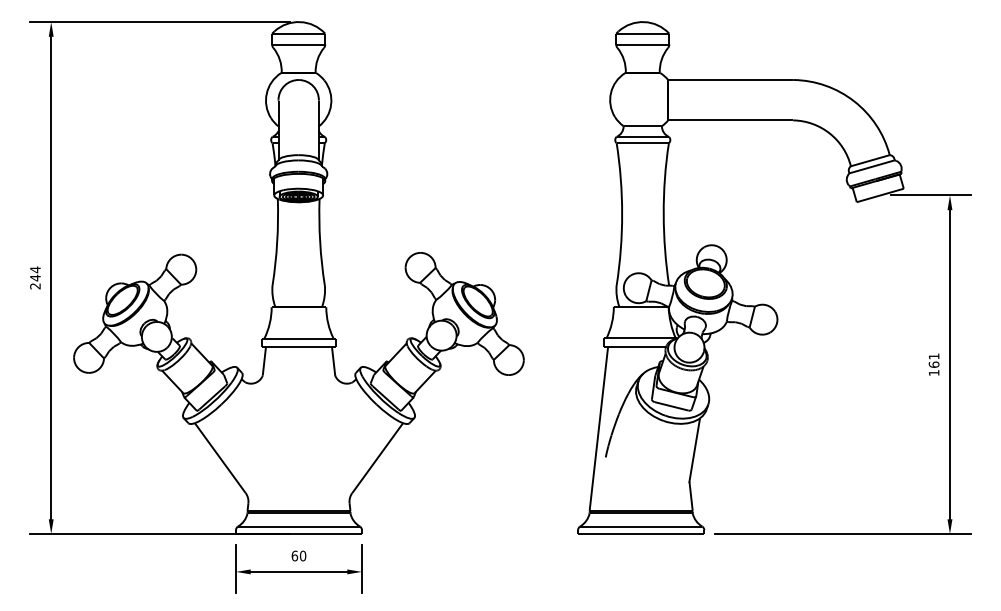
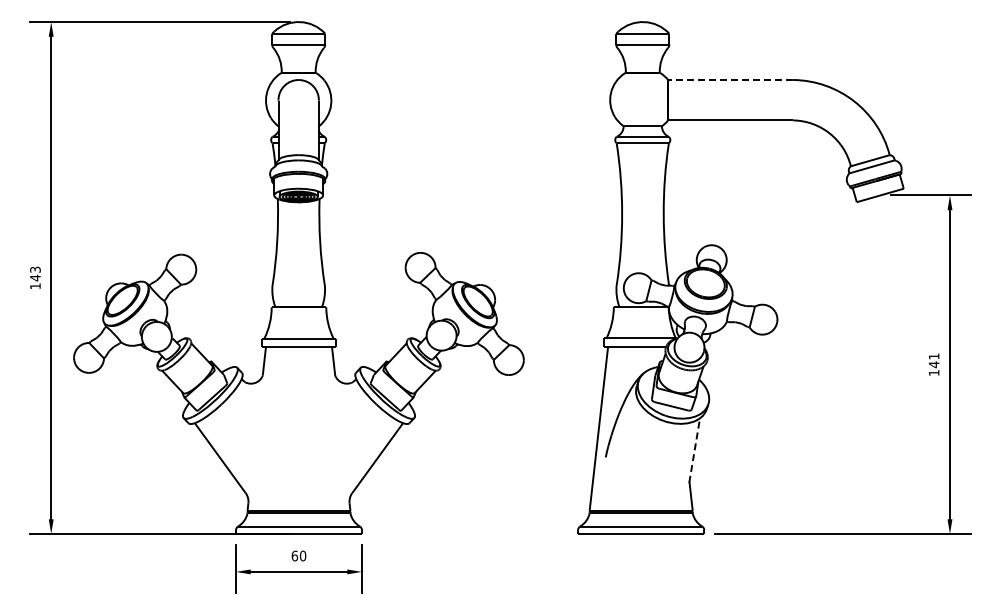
line at (730, 79): solid -> dashed
text at (35, 277): 244 -> 143
text at (933, 364): 161 -> 141
line at (694, 450): solid -> dashed
